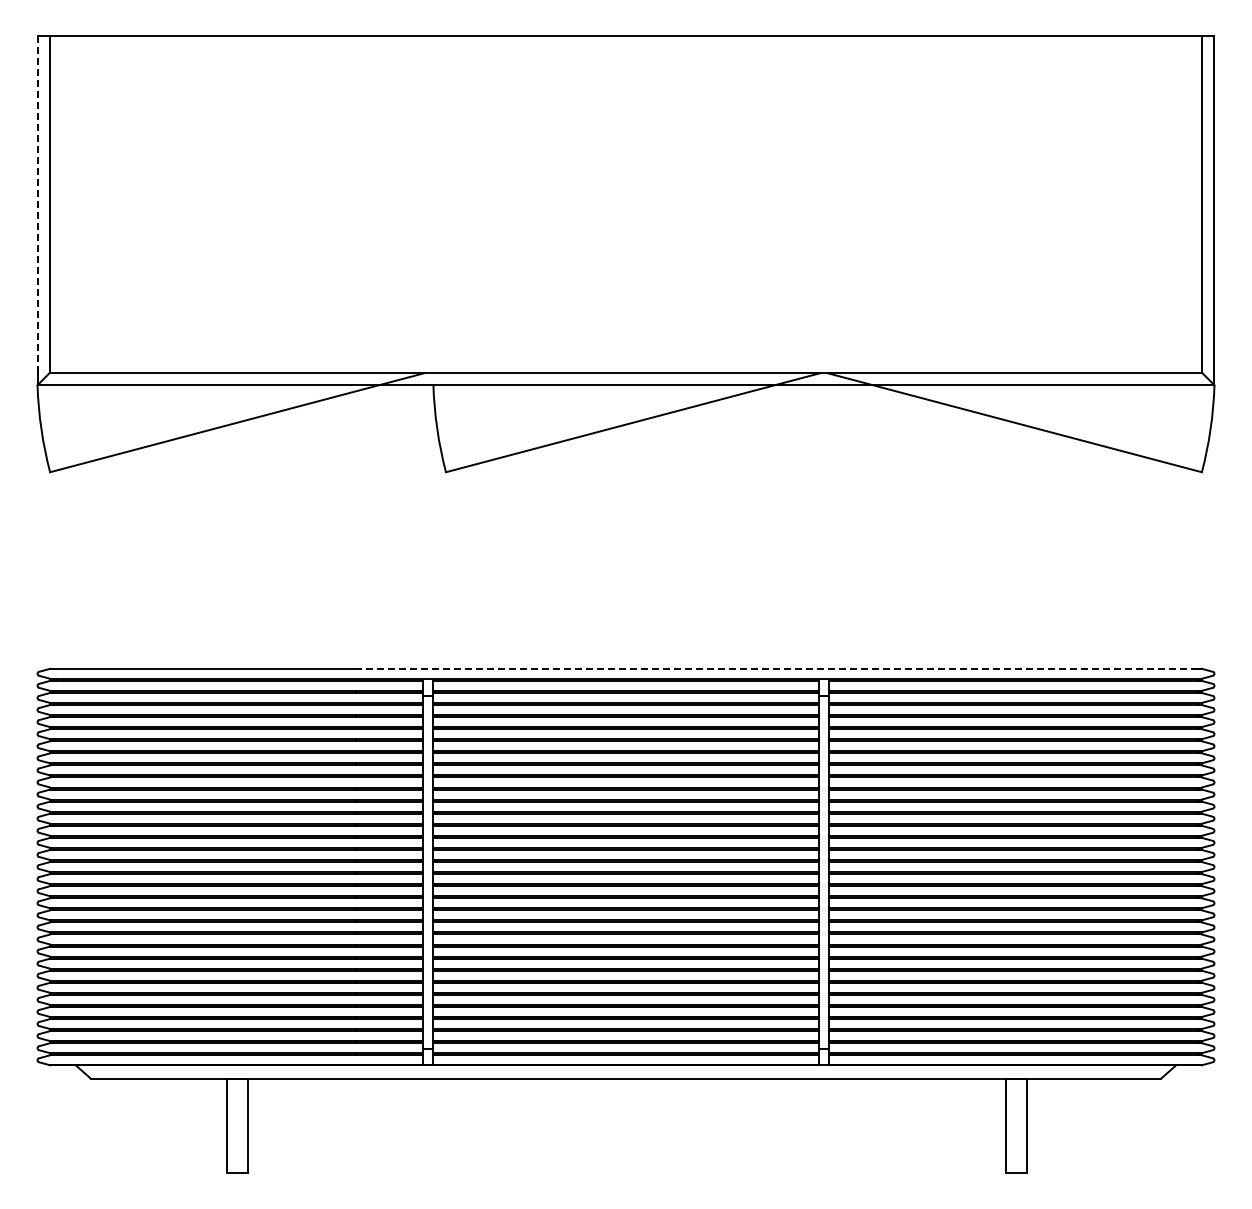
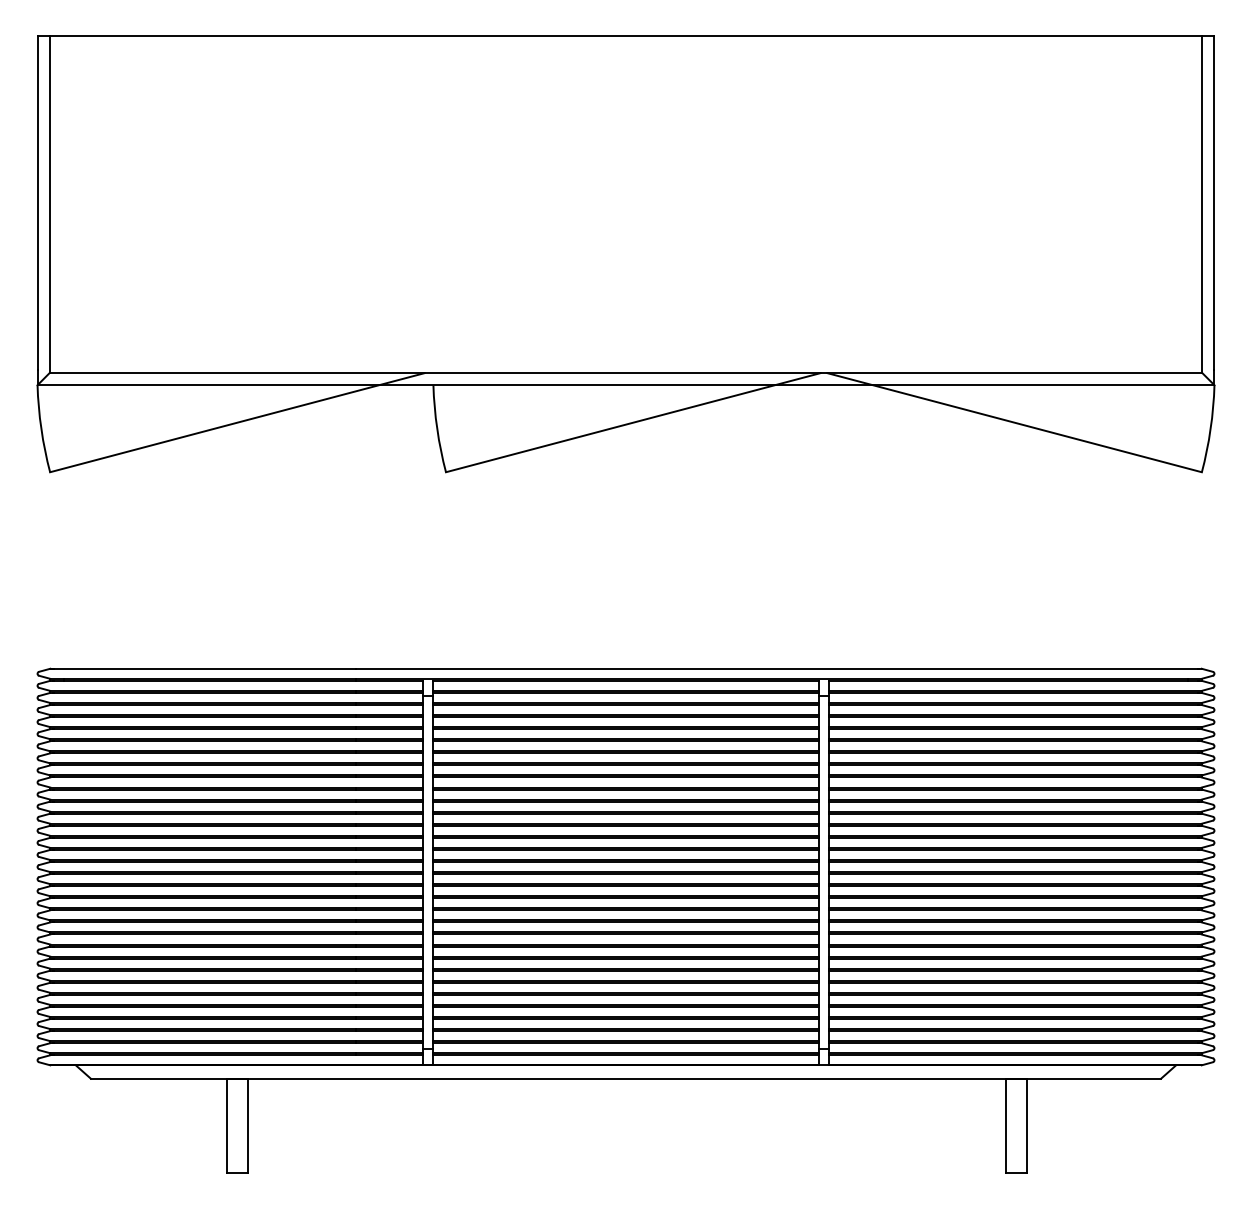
line at (37, 203): dashed -> solid
line at (776, 668): dashed -> solid
